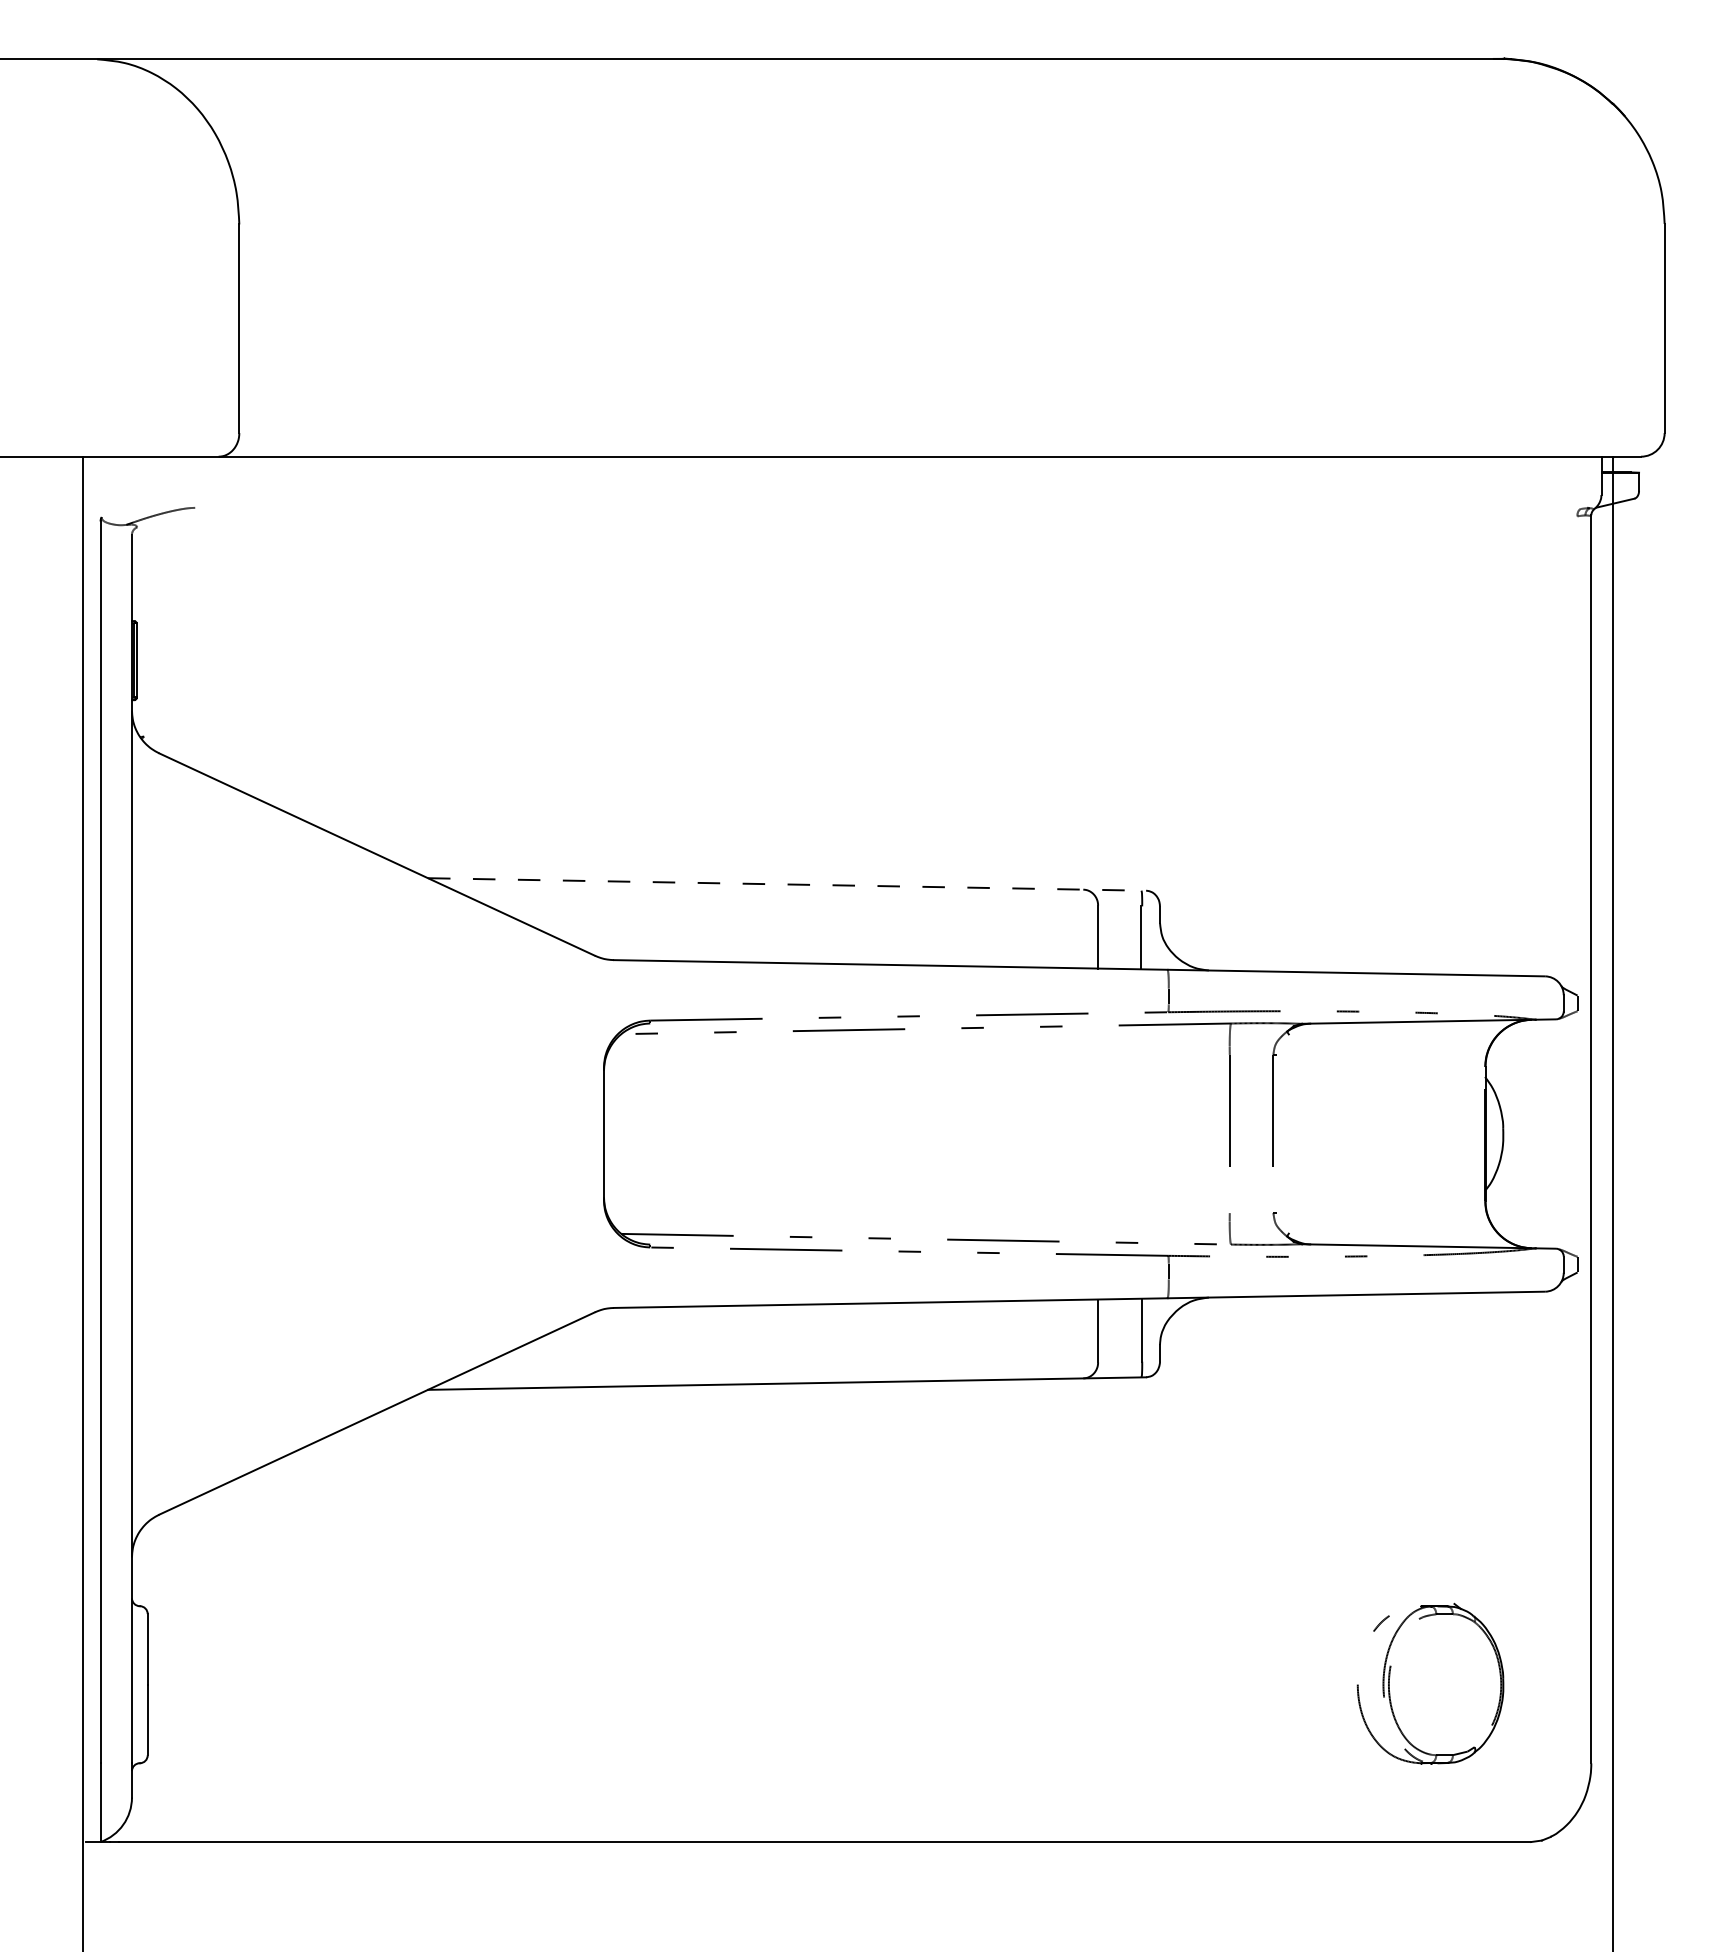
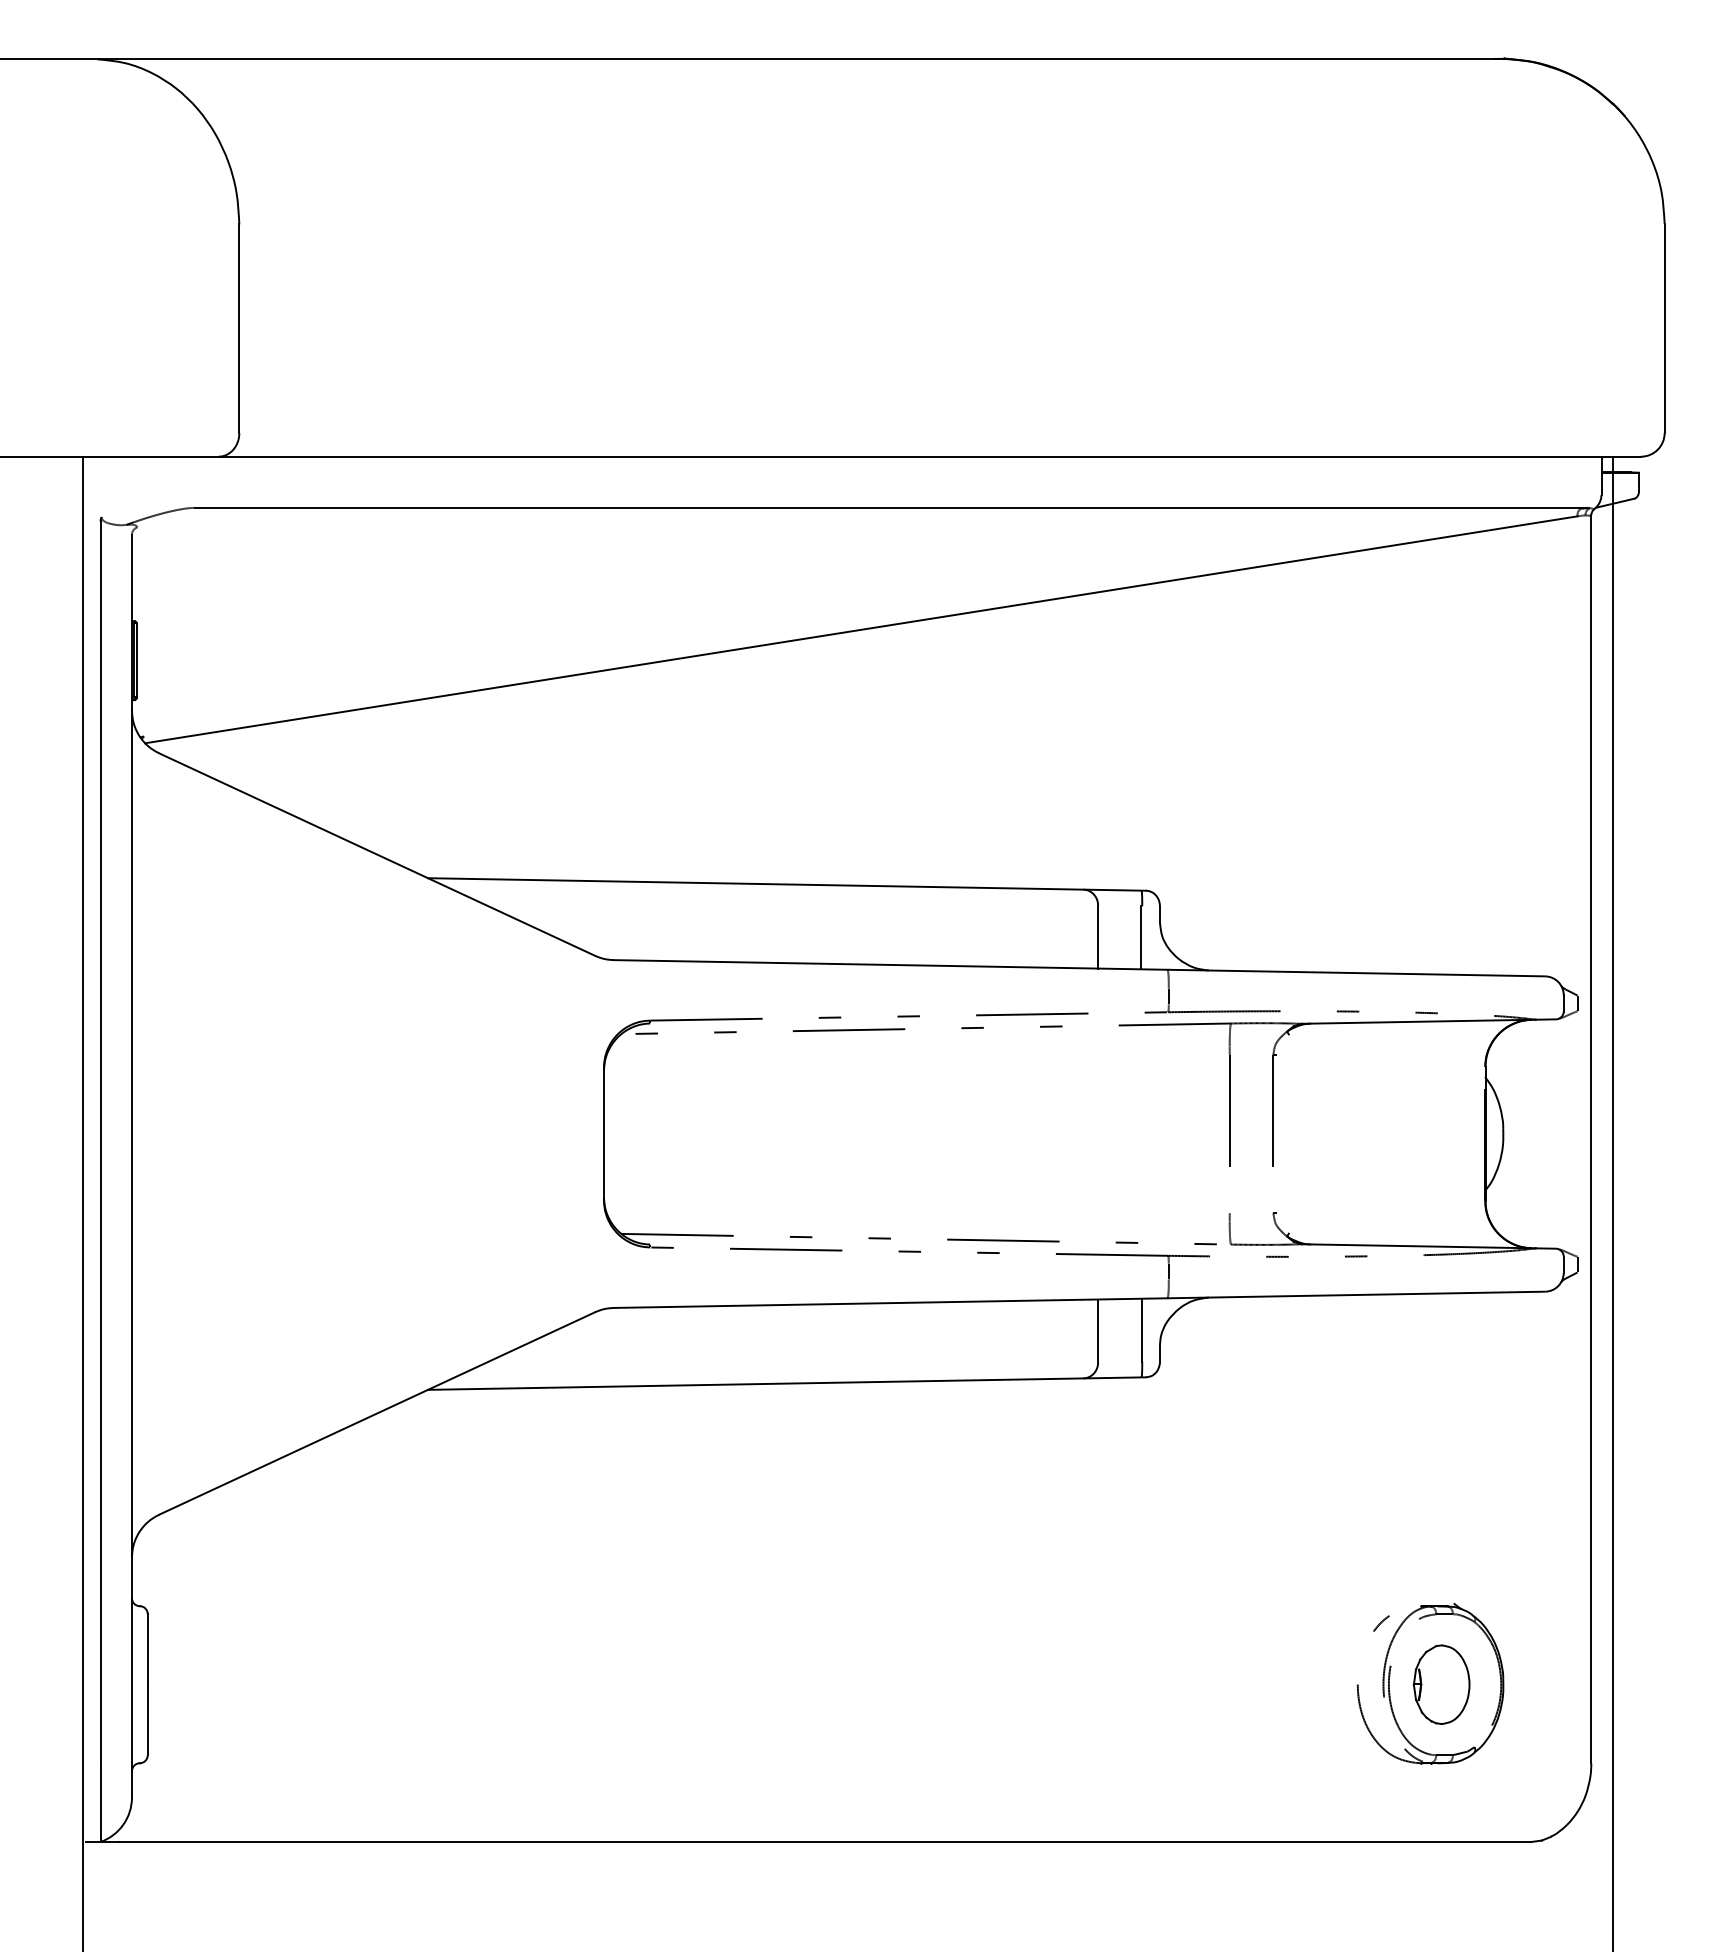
line at (891, 507): none -> present
line at (861, 629): none -> present
line at (787, 884): dashed -> solid
part at (1441, 1684): none -> present
